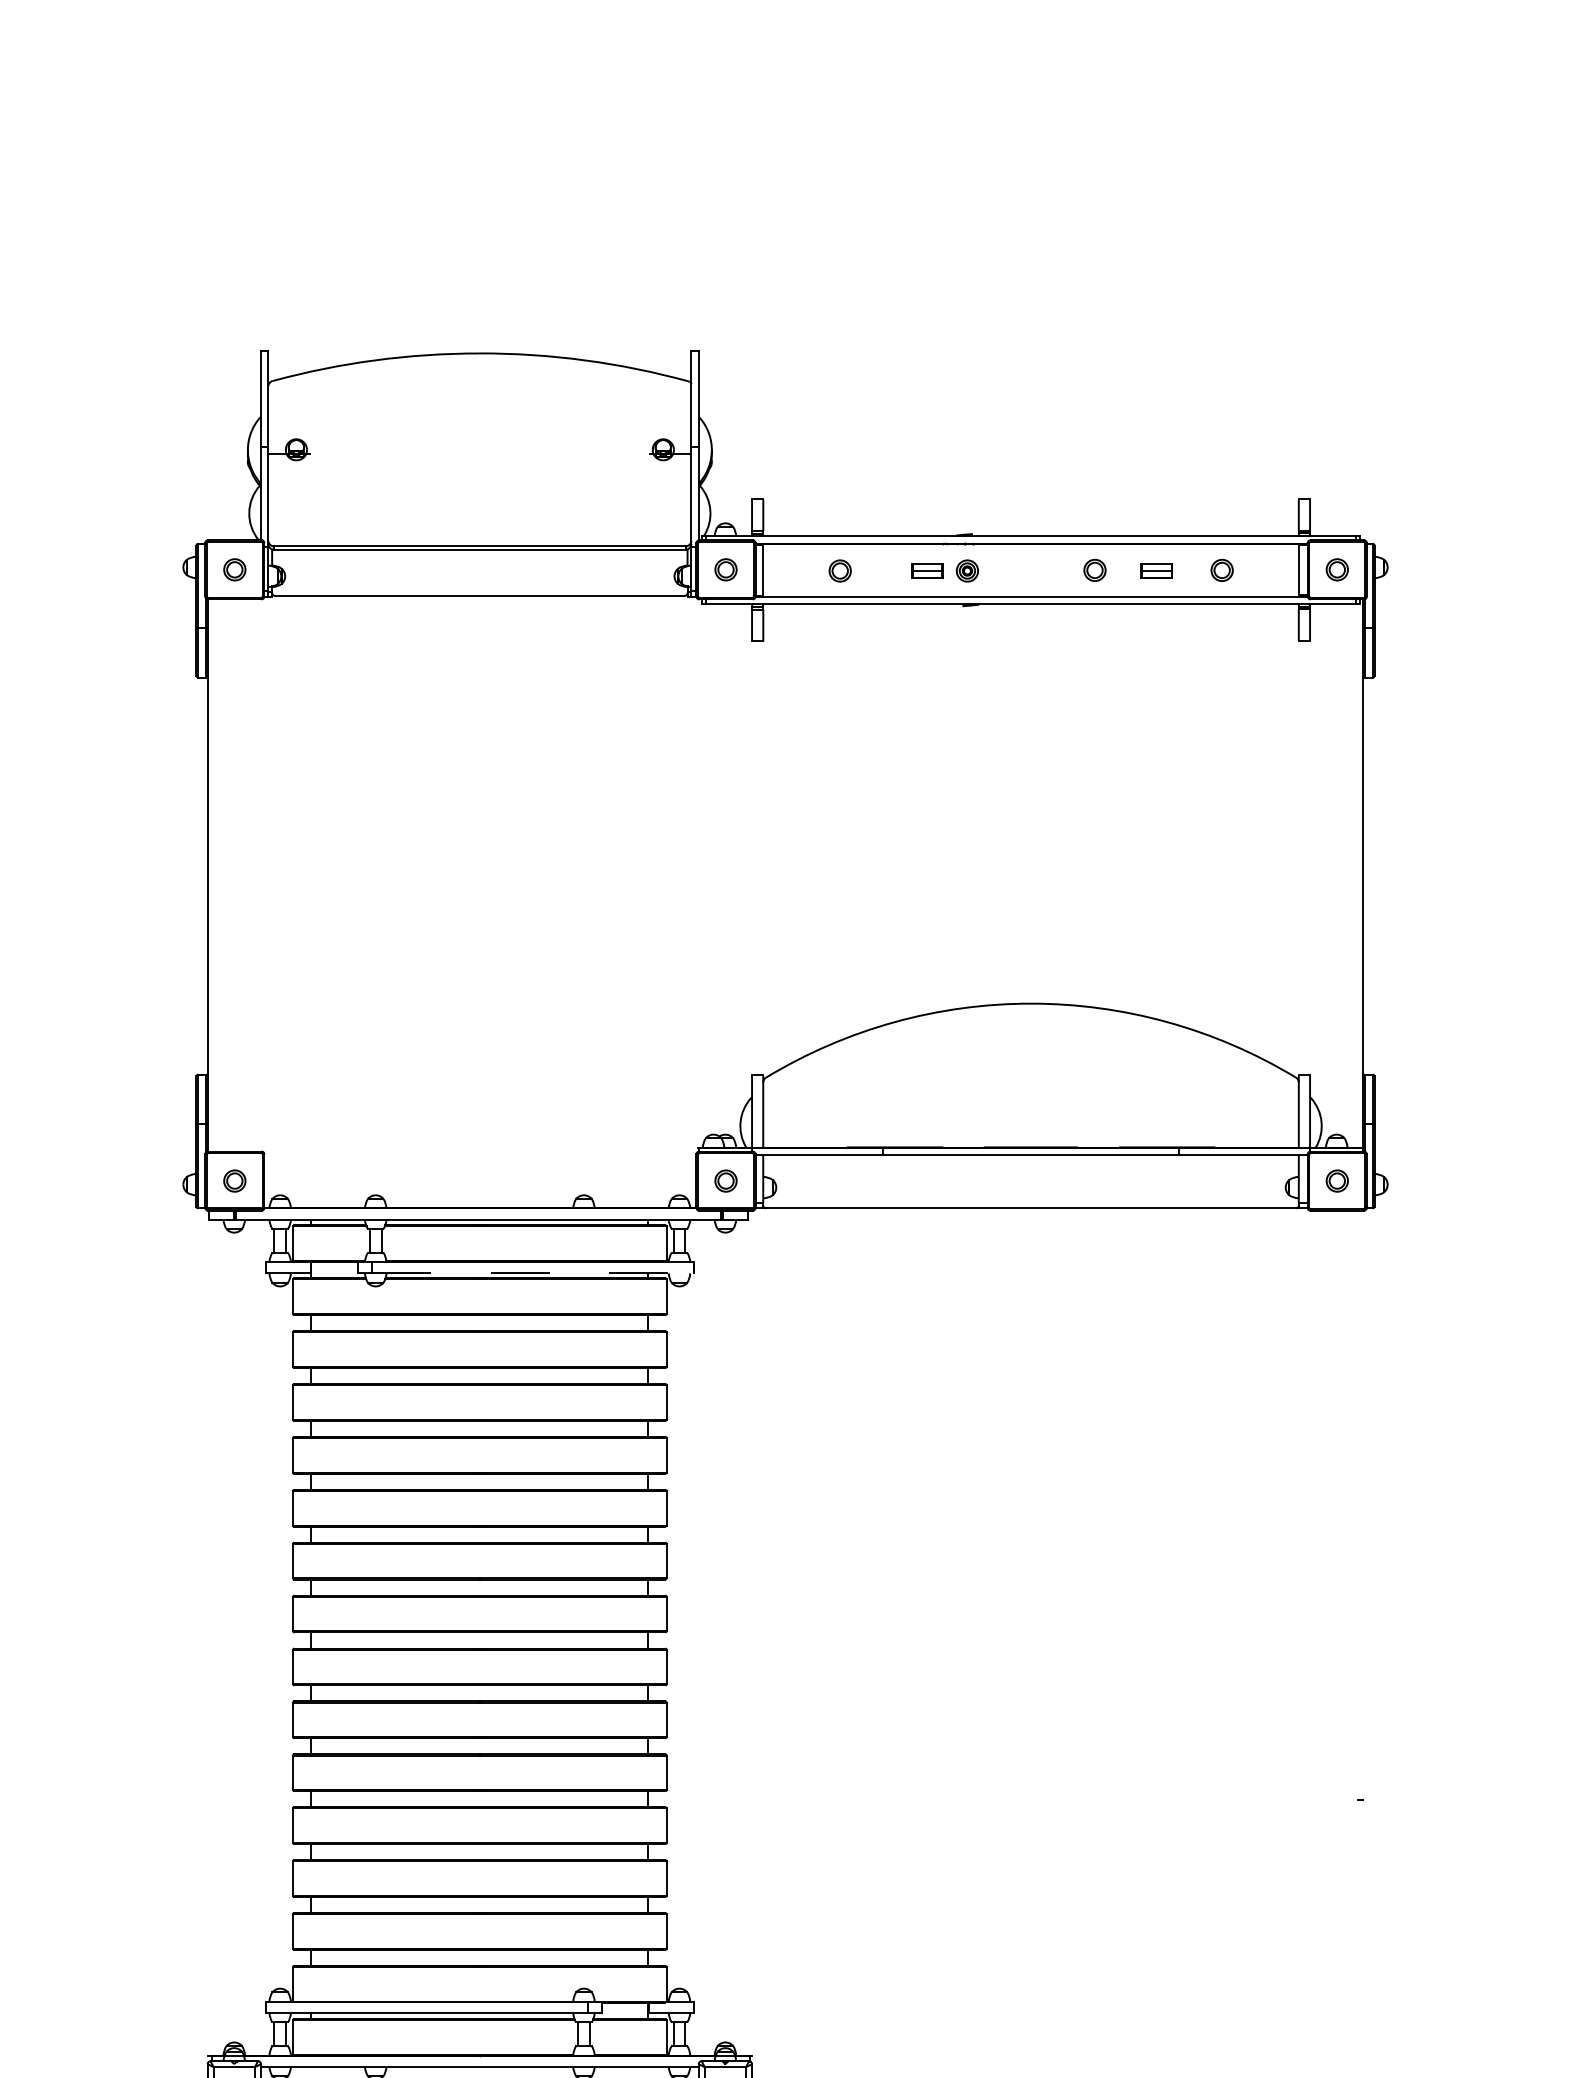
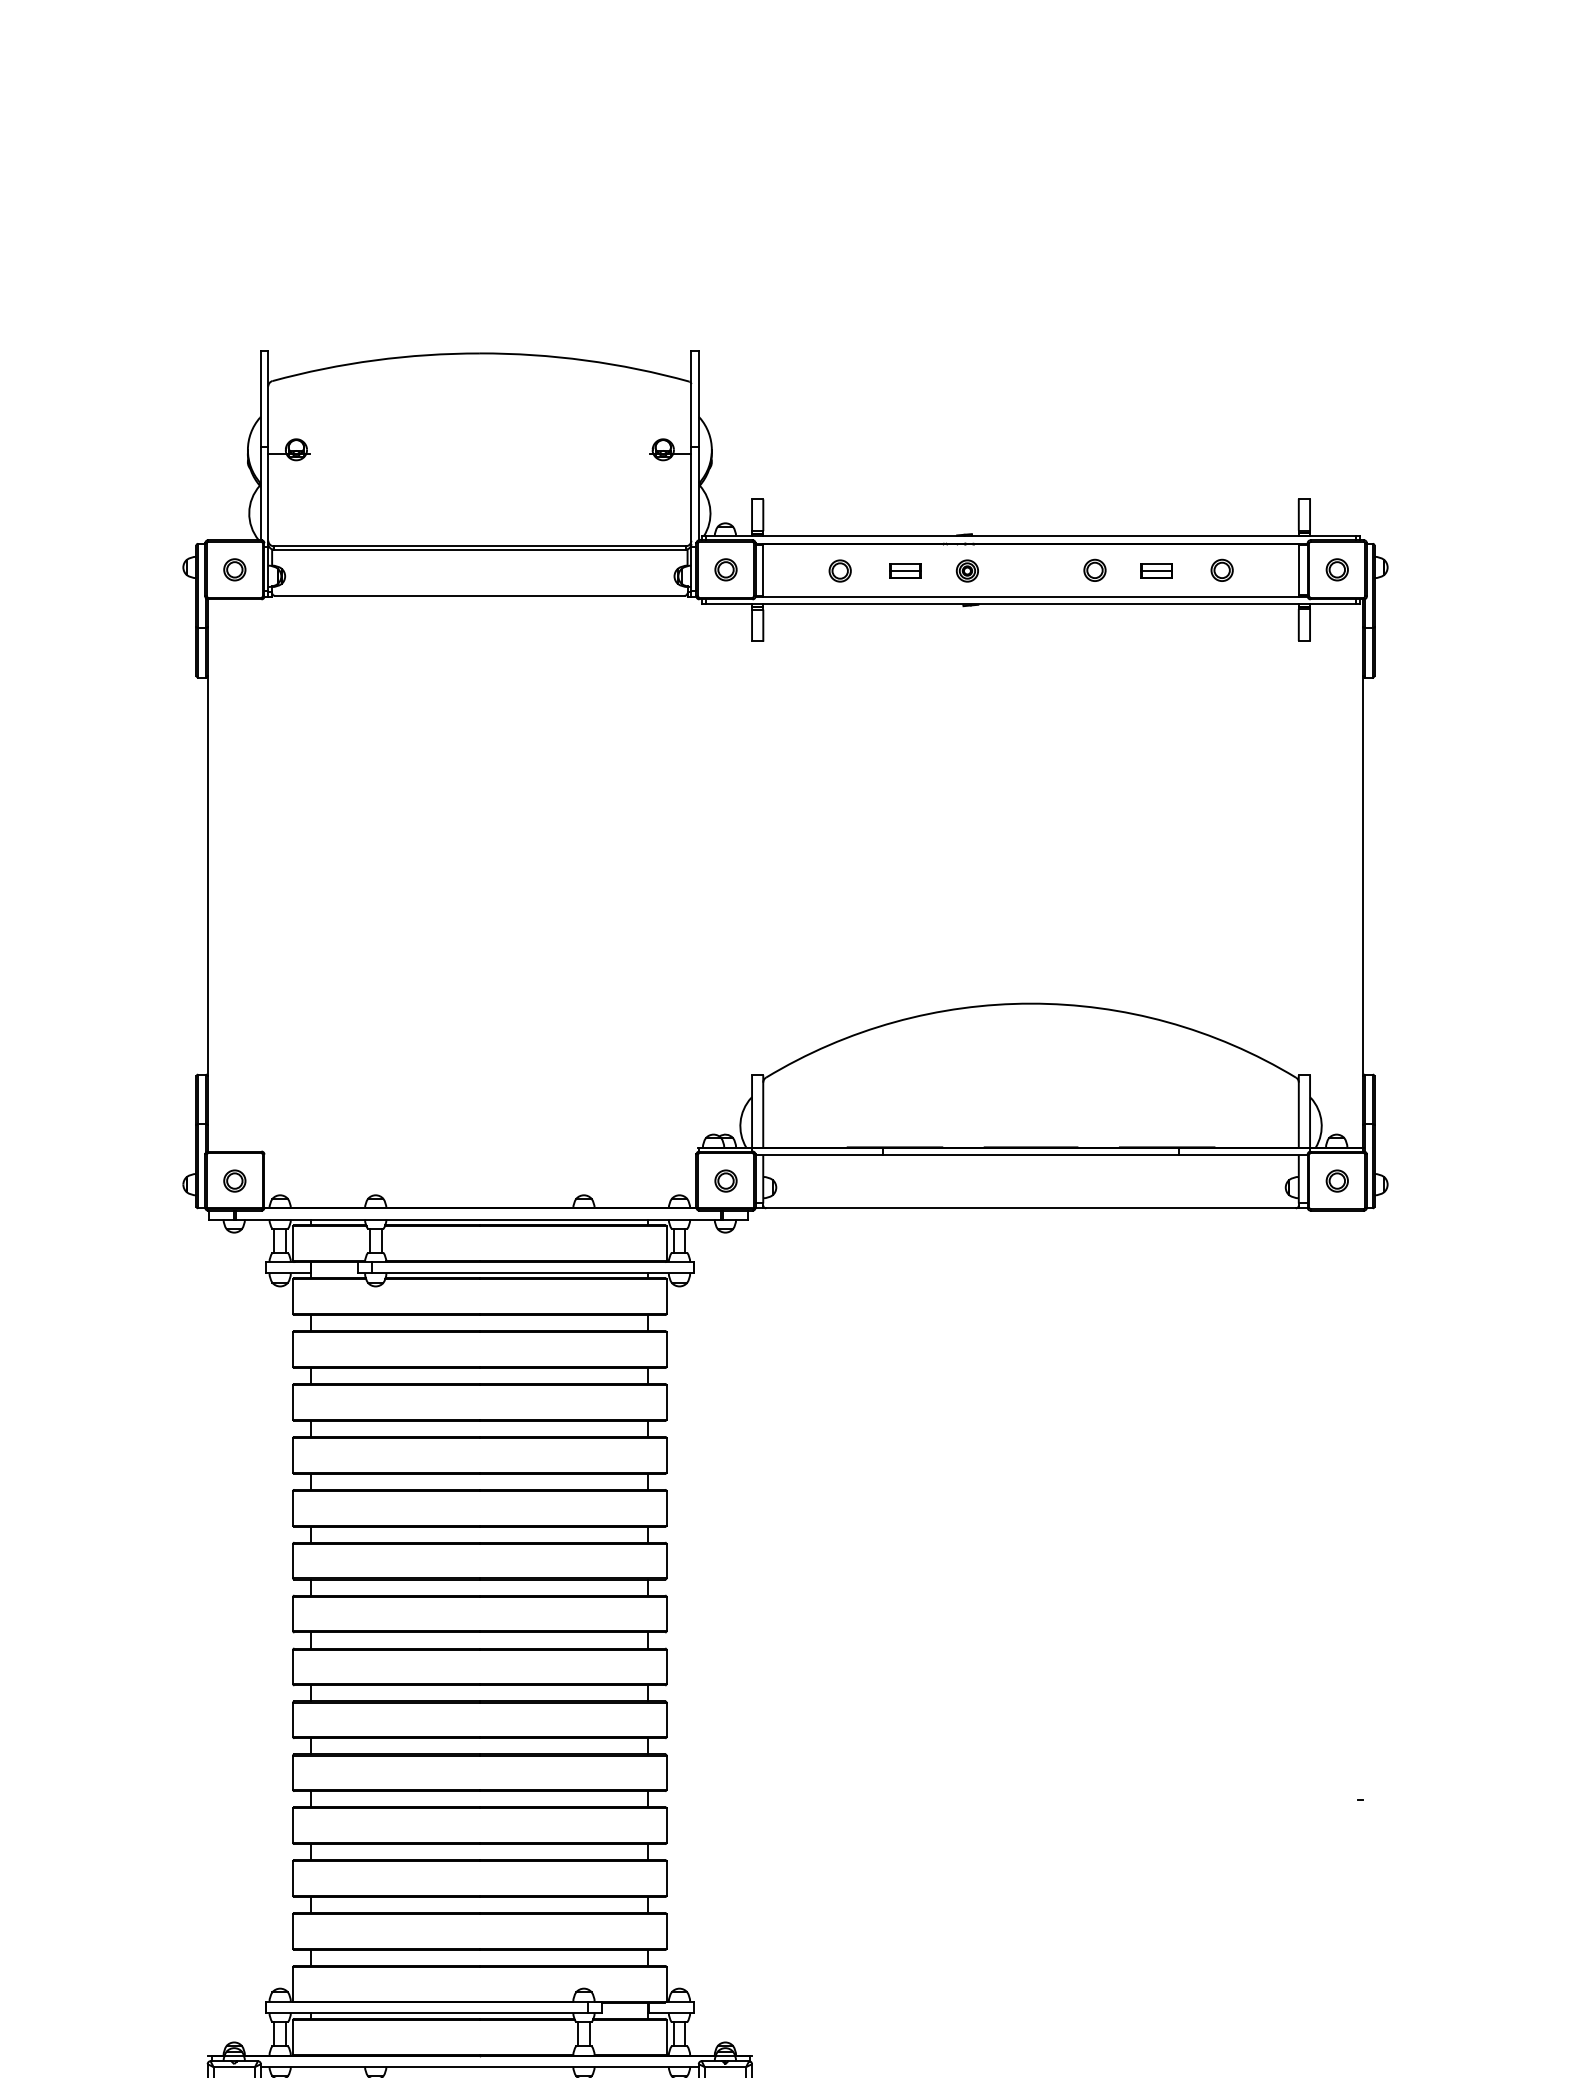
part at (927, 570) position: (927, 570) -> (905, 570)
line at (532, 1273): dashed -> solid
